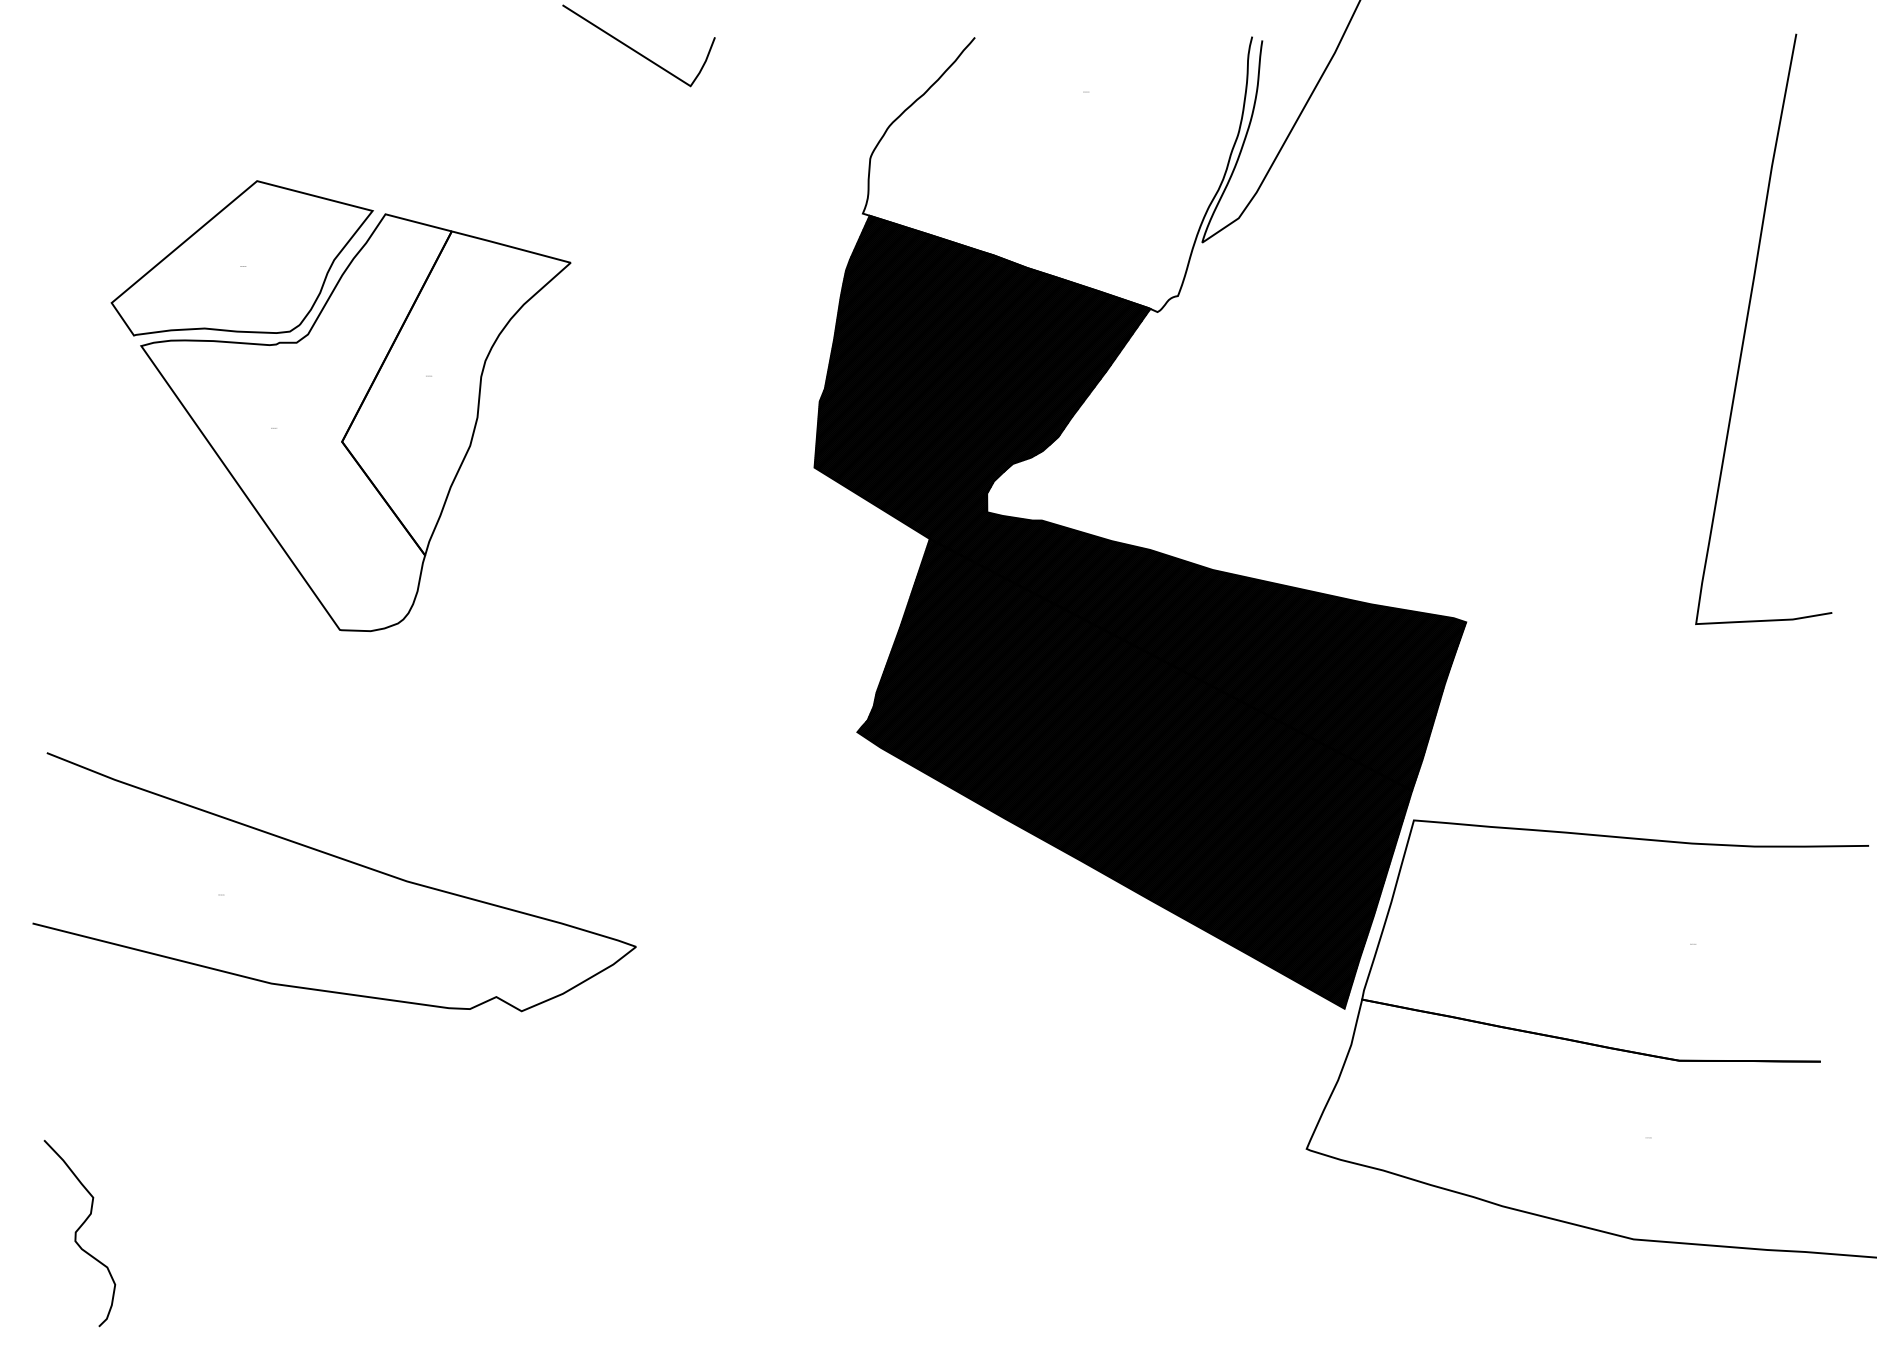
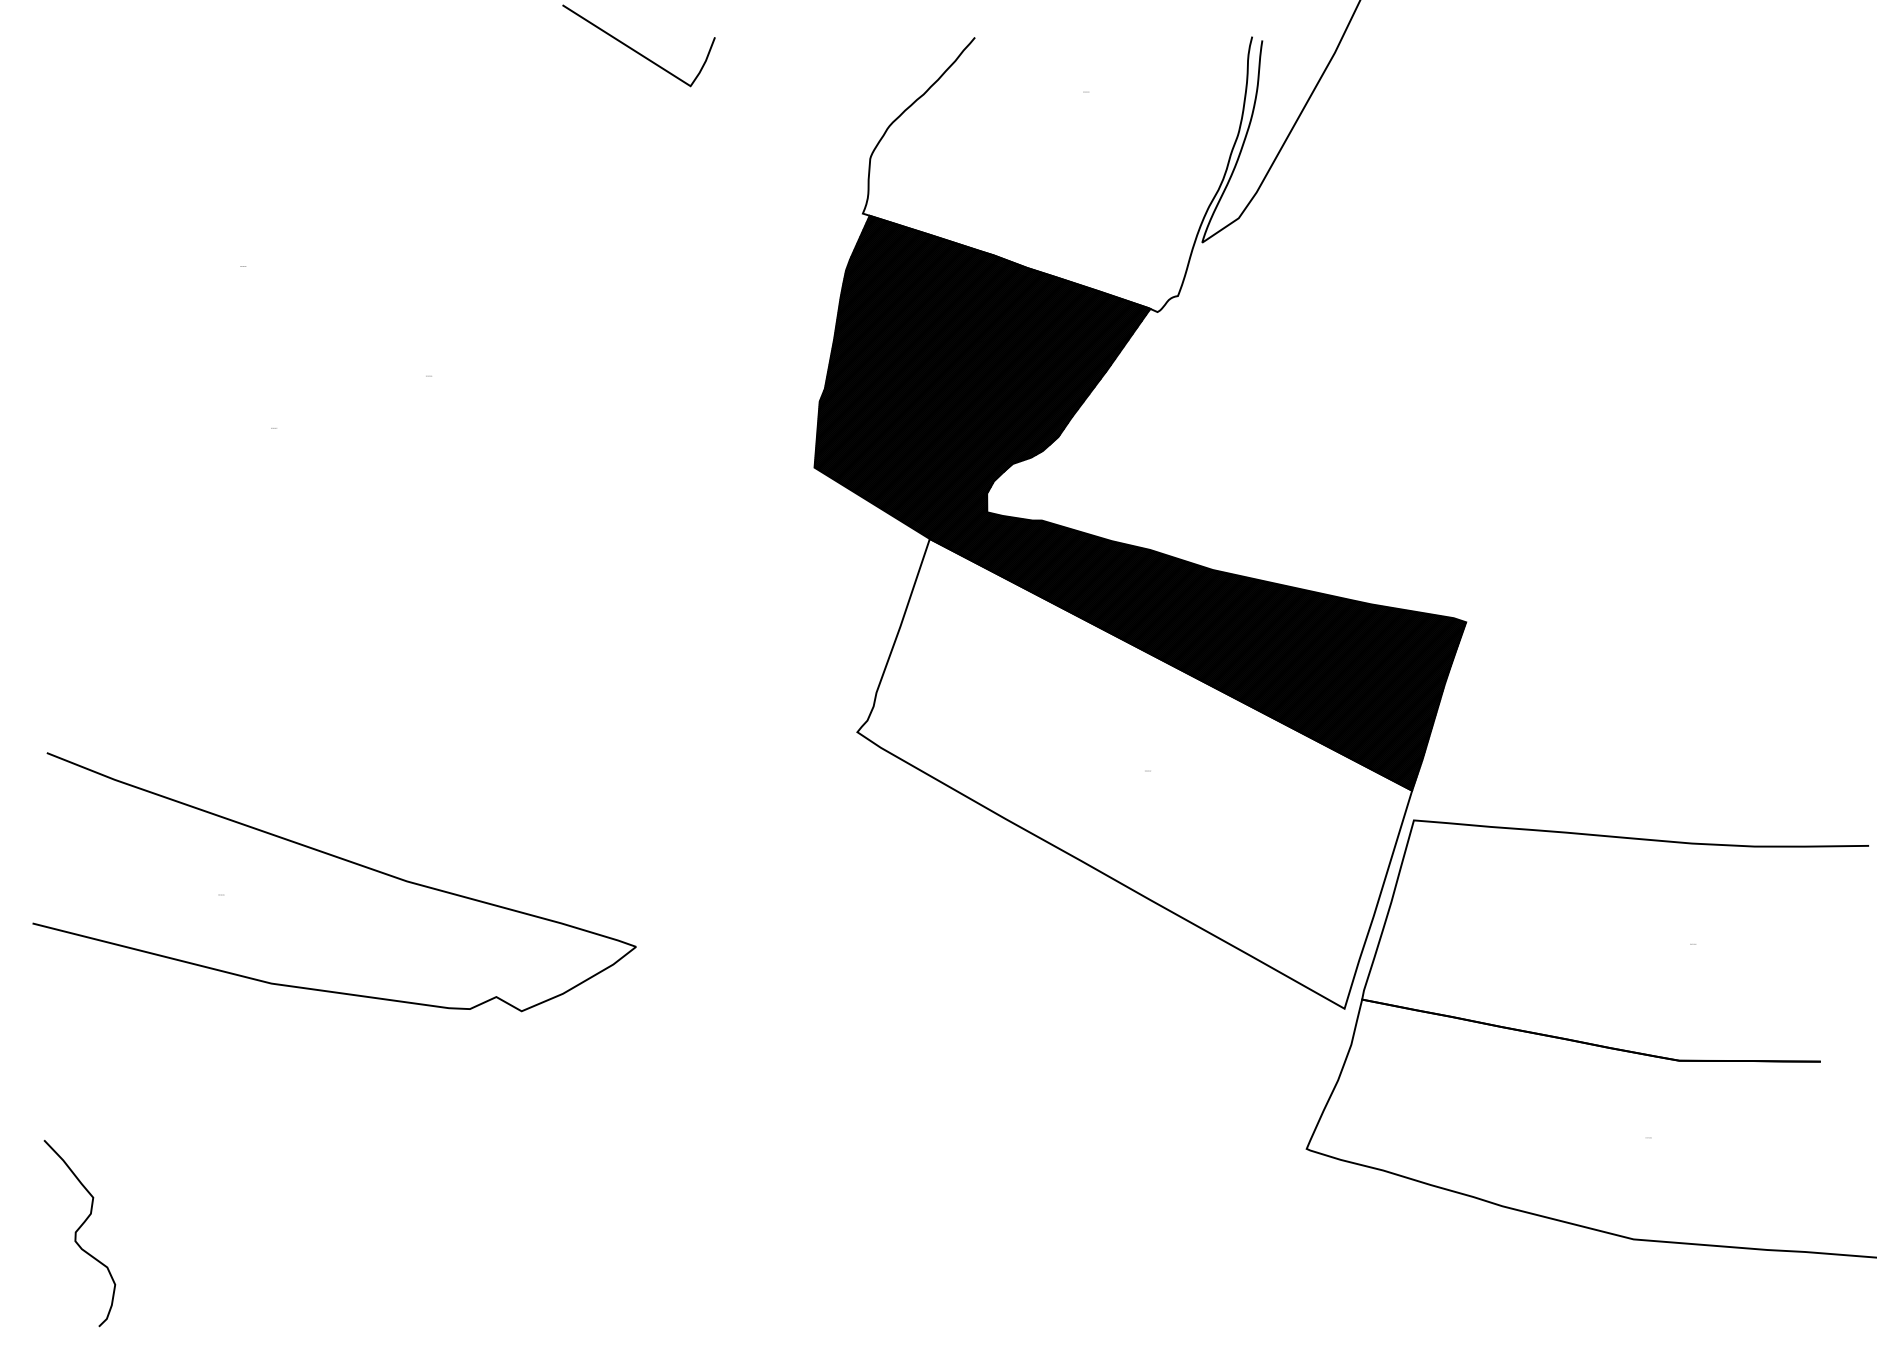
curve at (1747, 323): present -> none
part at (340, 406): present -> none
hatch at (1134, 773): present -> none
